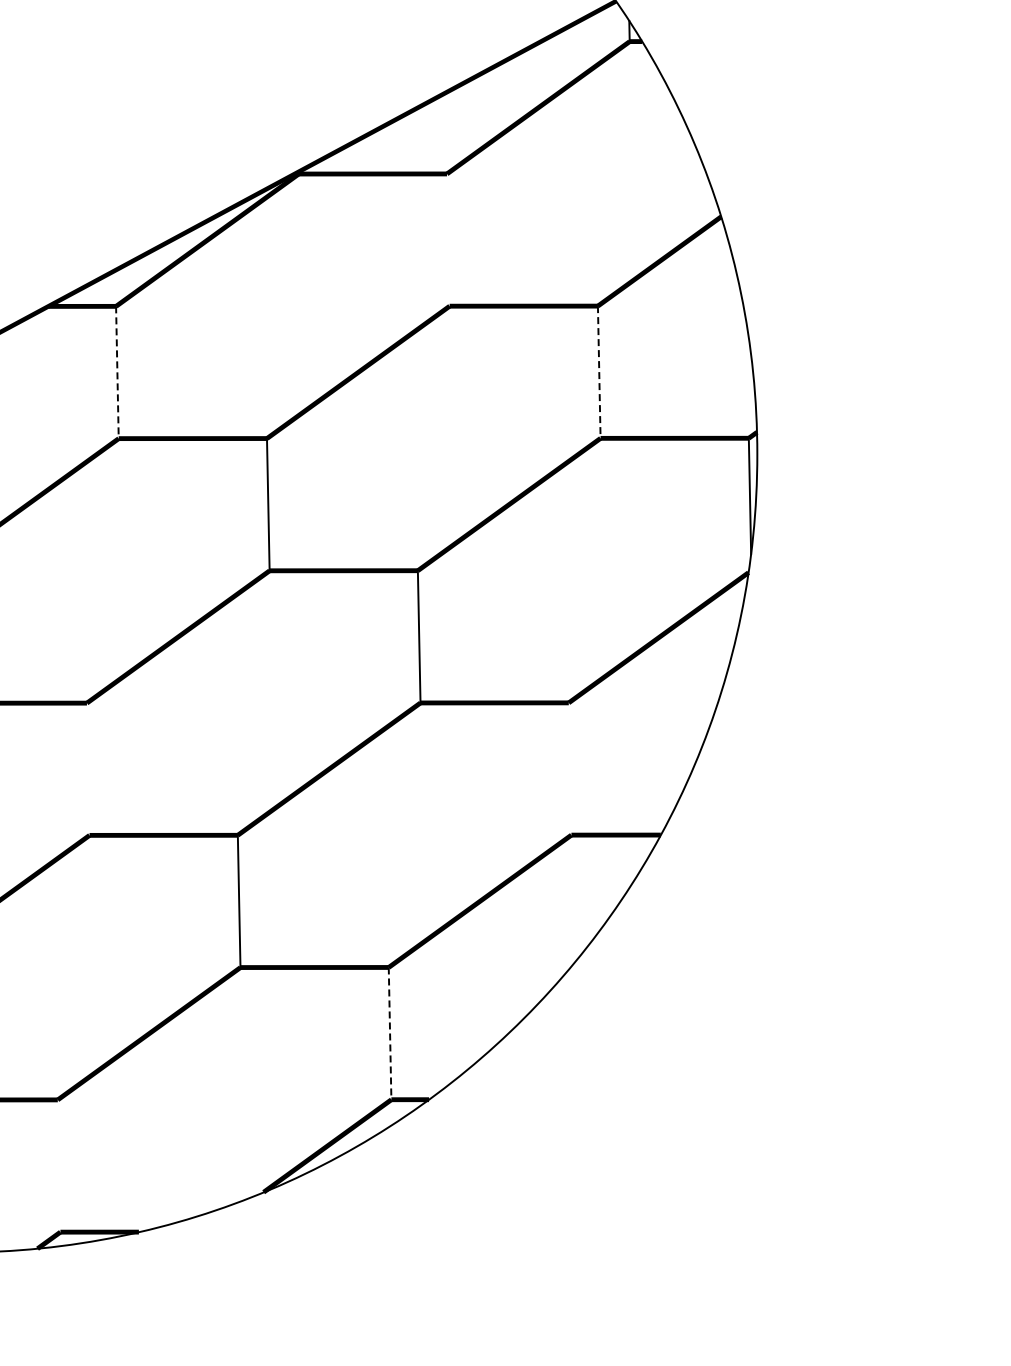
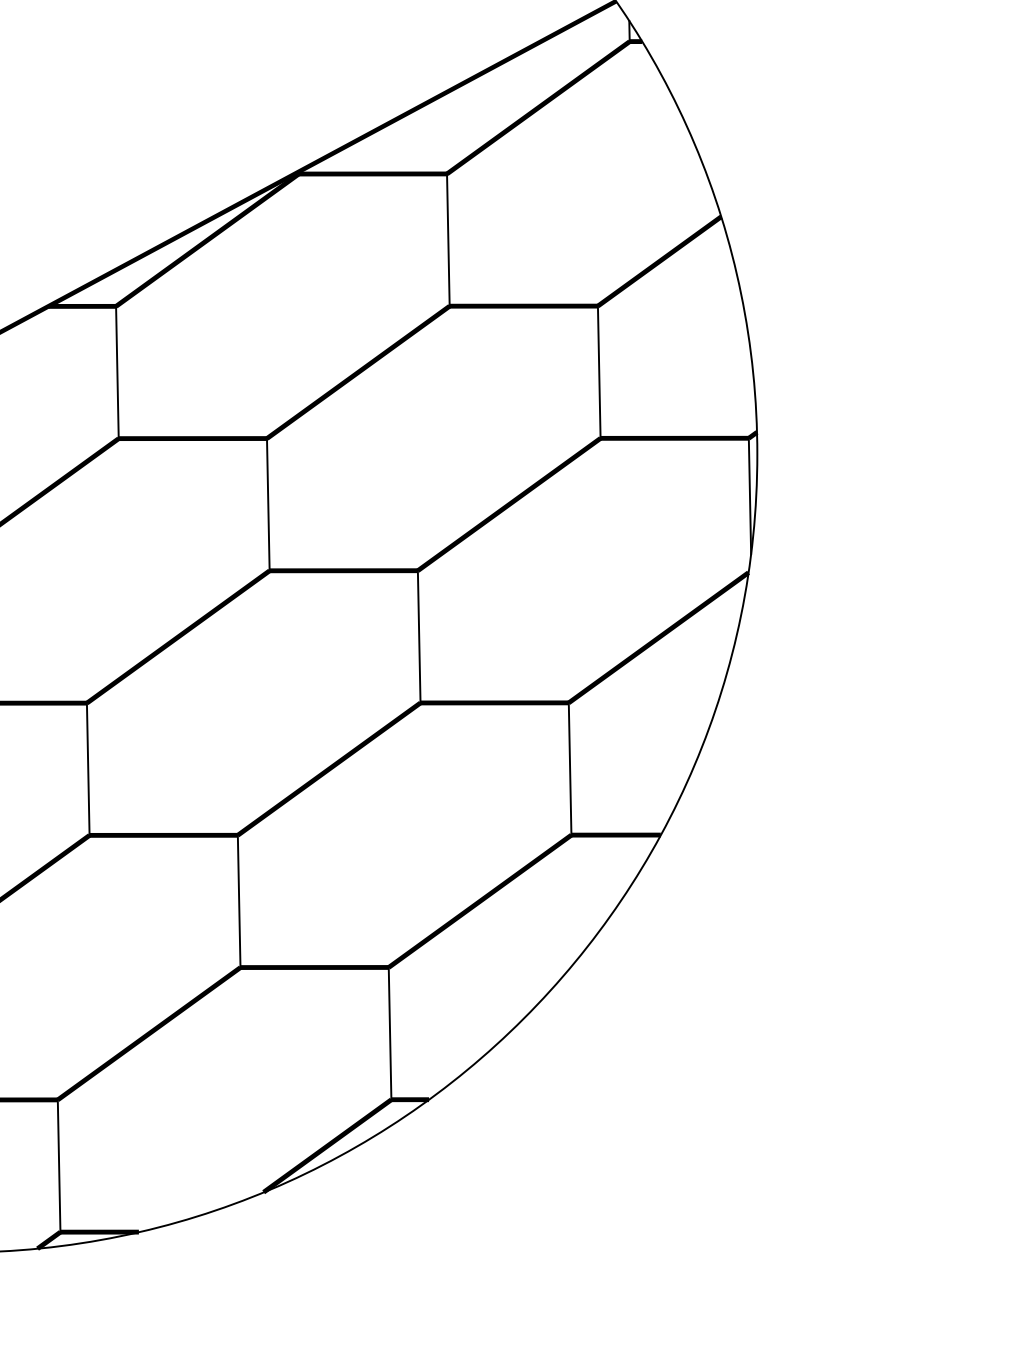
line at (448, 239): none -> present
line at (599, 372): dashed -> solid
line at (117, 373): dashed -> solid
line at (569, 768): none -> present
line at (87, 769): none -> present
line at (390, 1034): dashed -> solid
line at (58, 1165): none -> present
